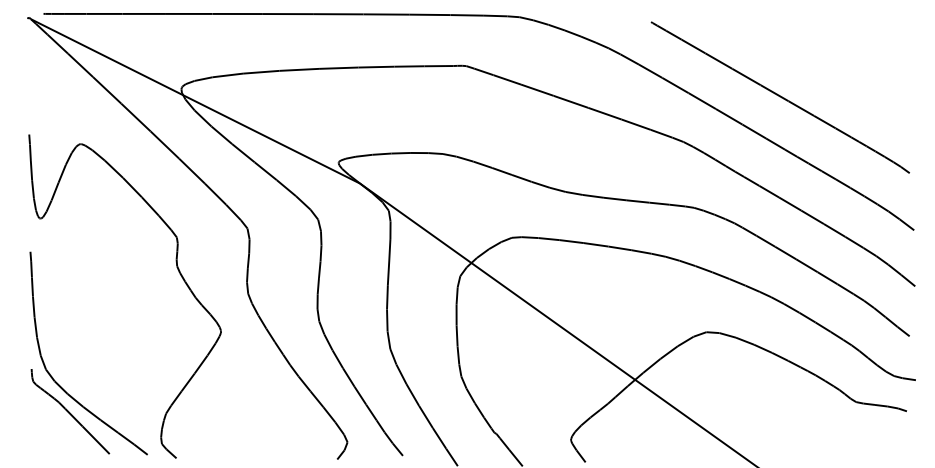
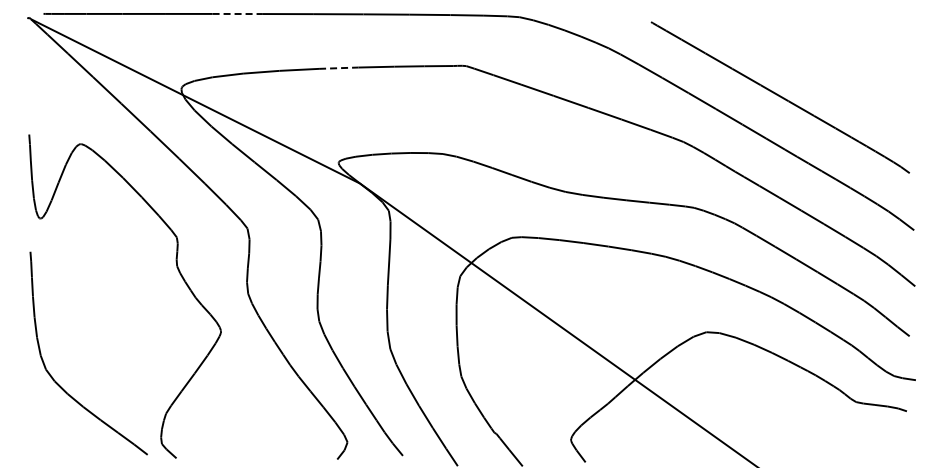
line at (238, 14): solid -> dashed
line at (338, 68): solid -> dashed
part at (70, 411): present -> none
